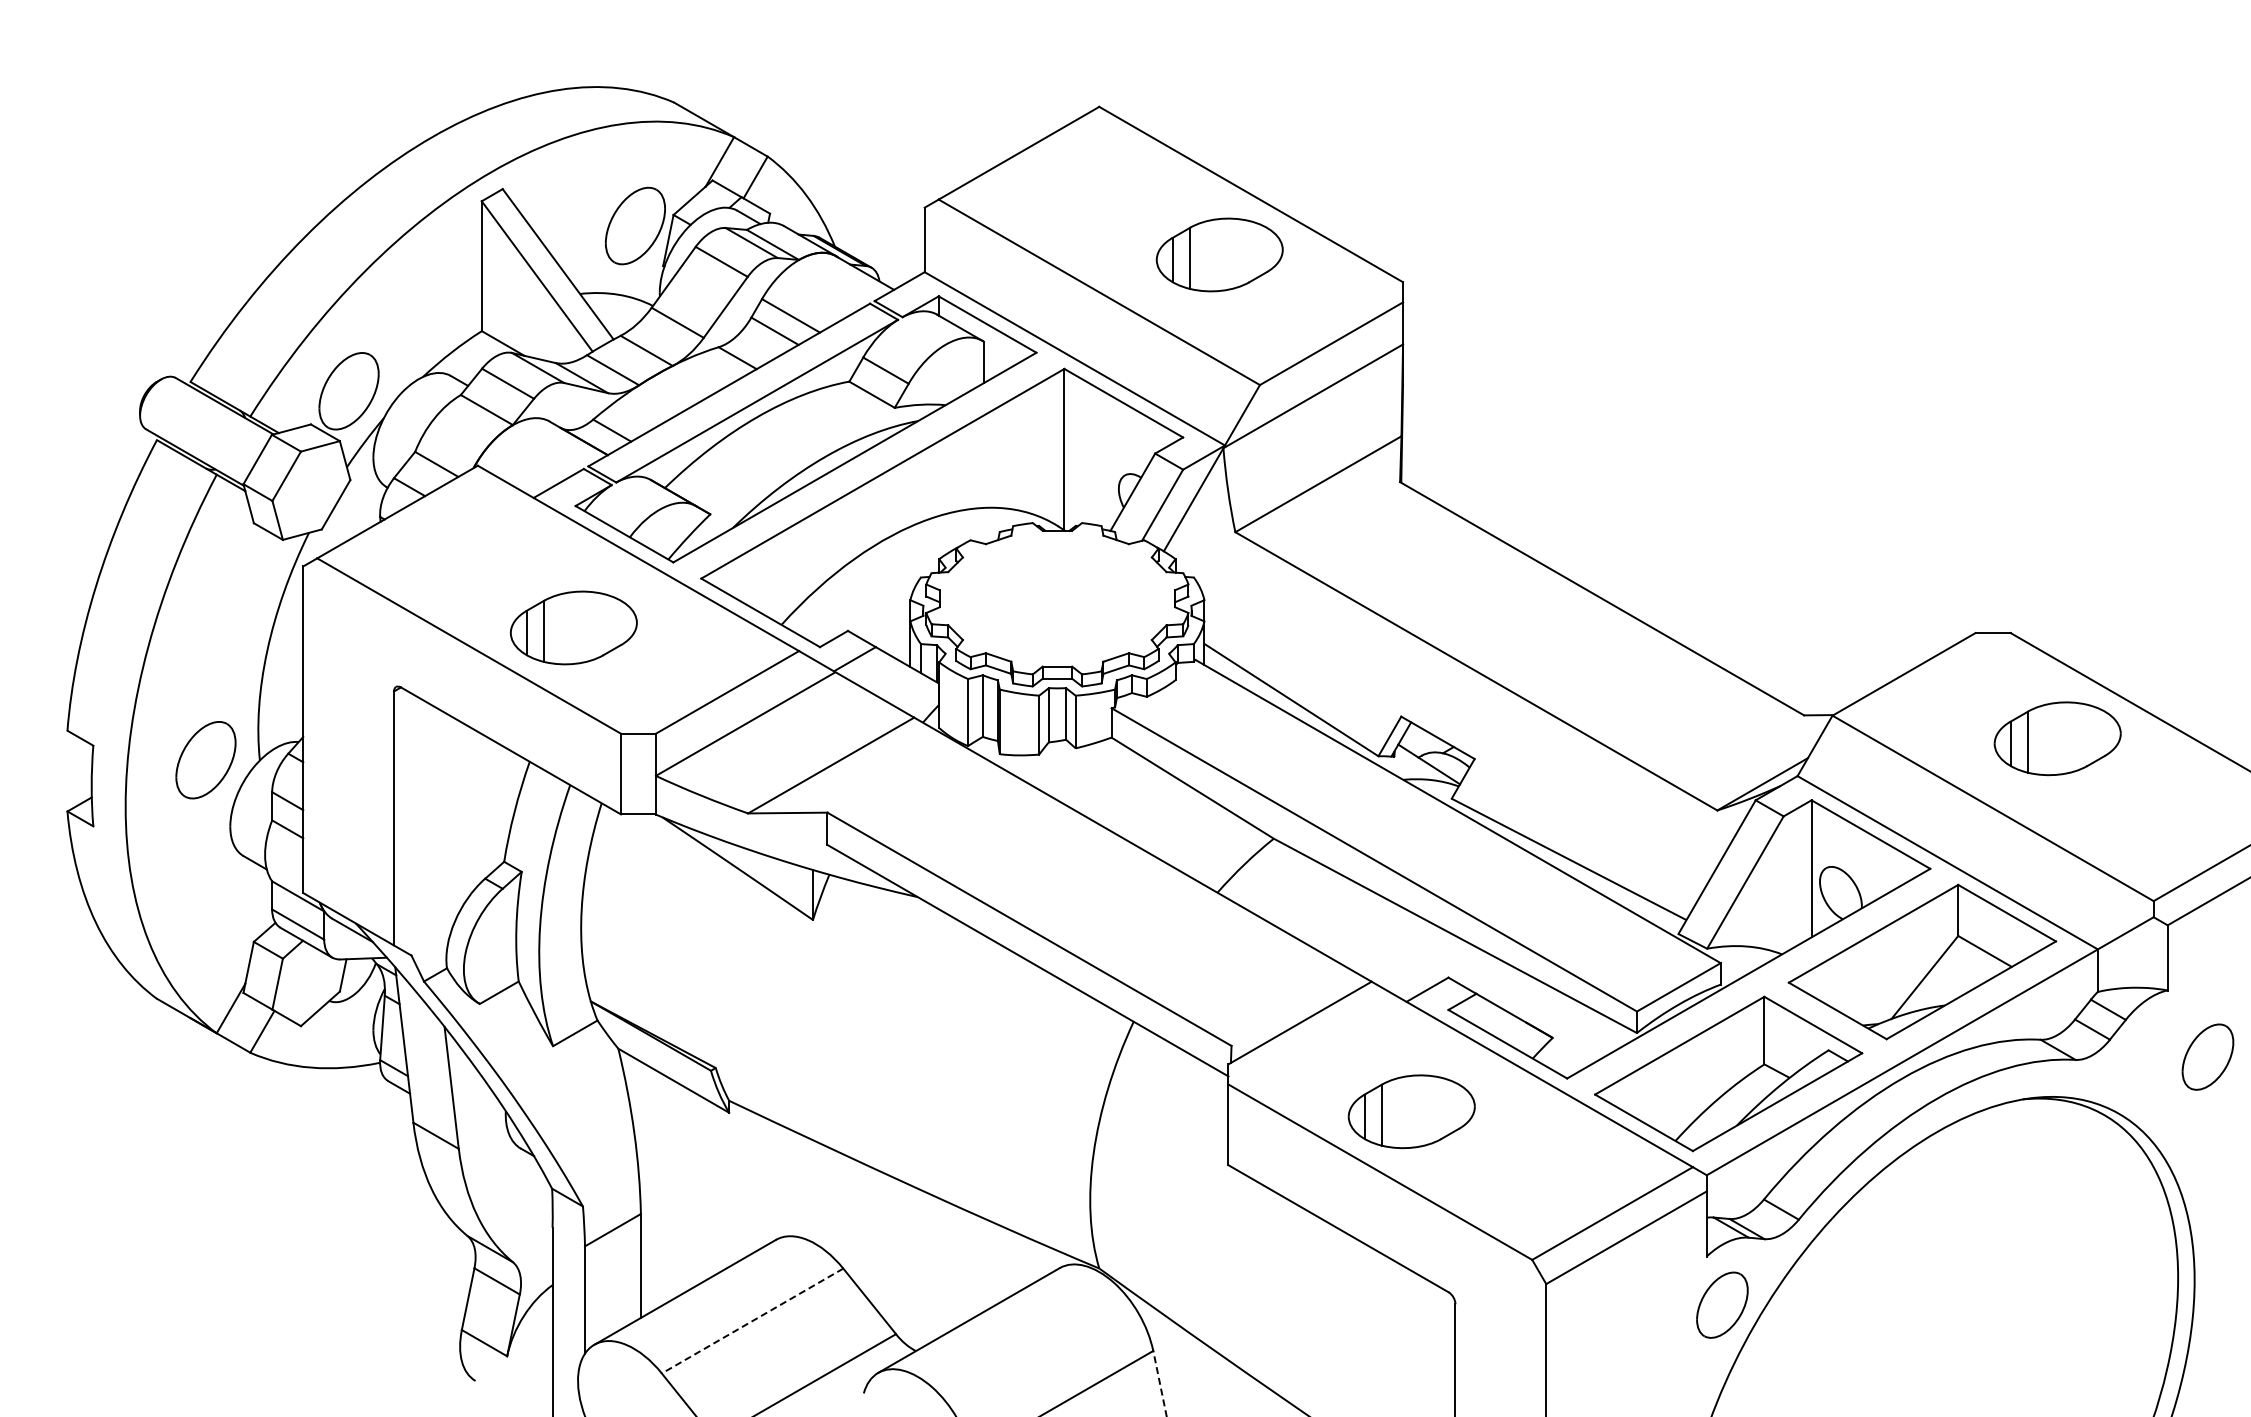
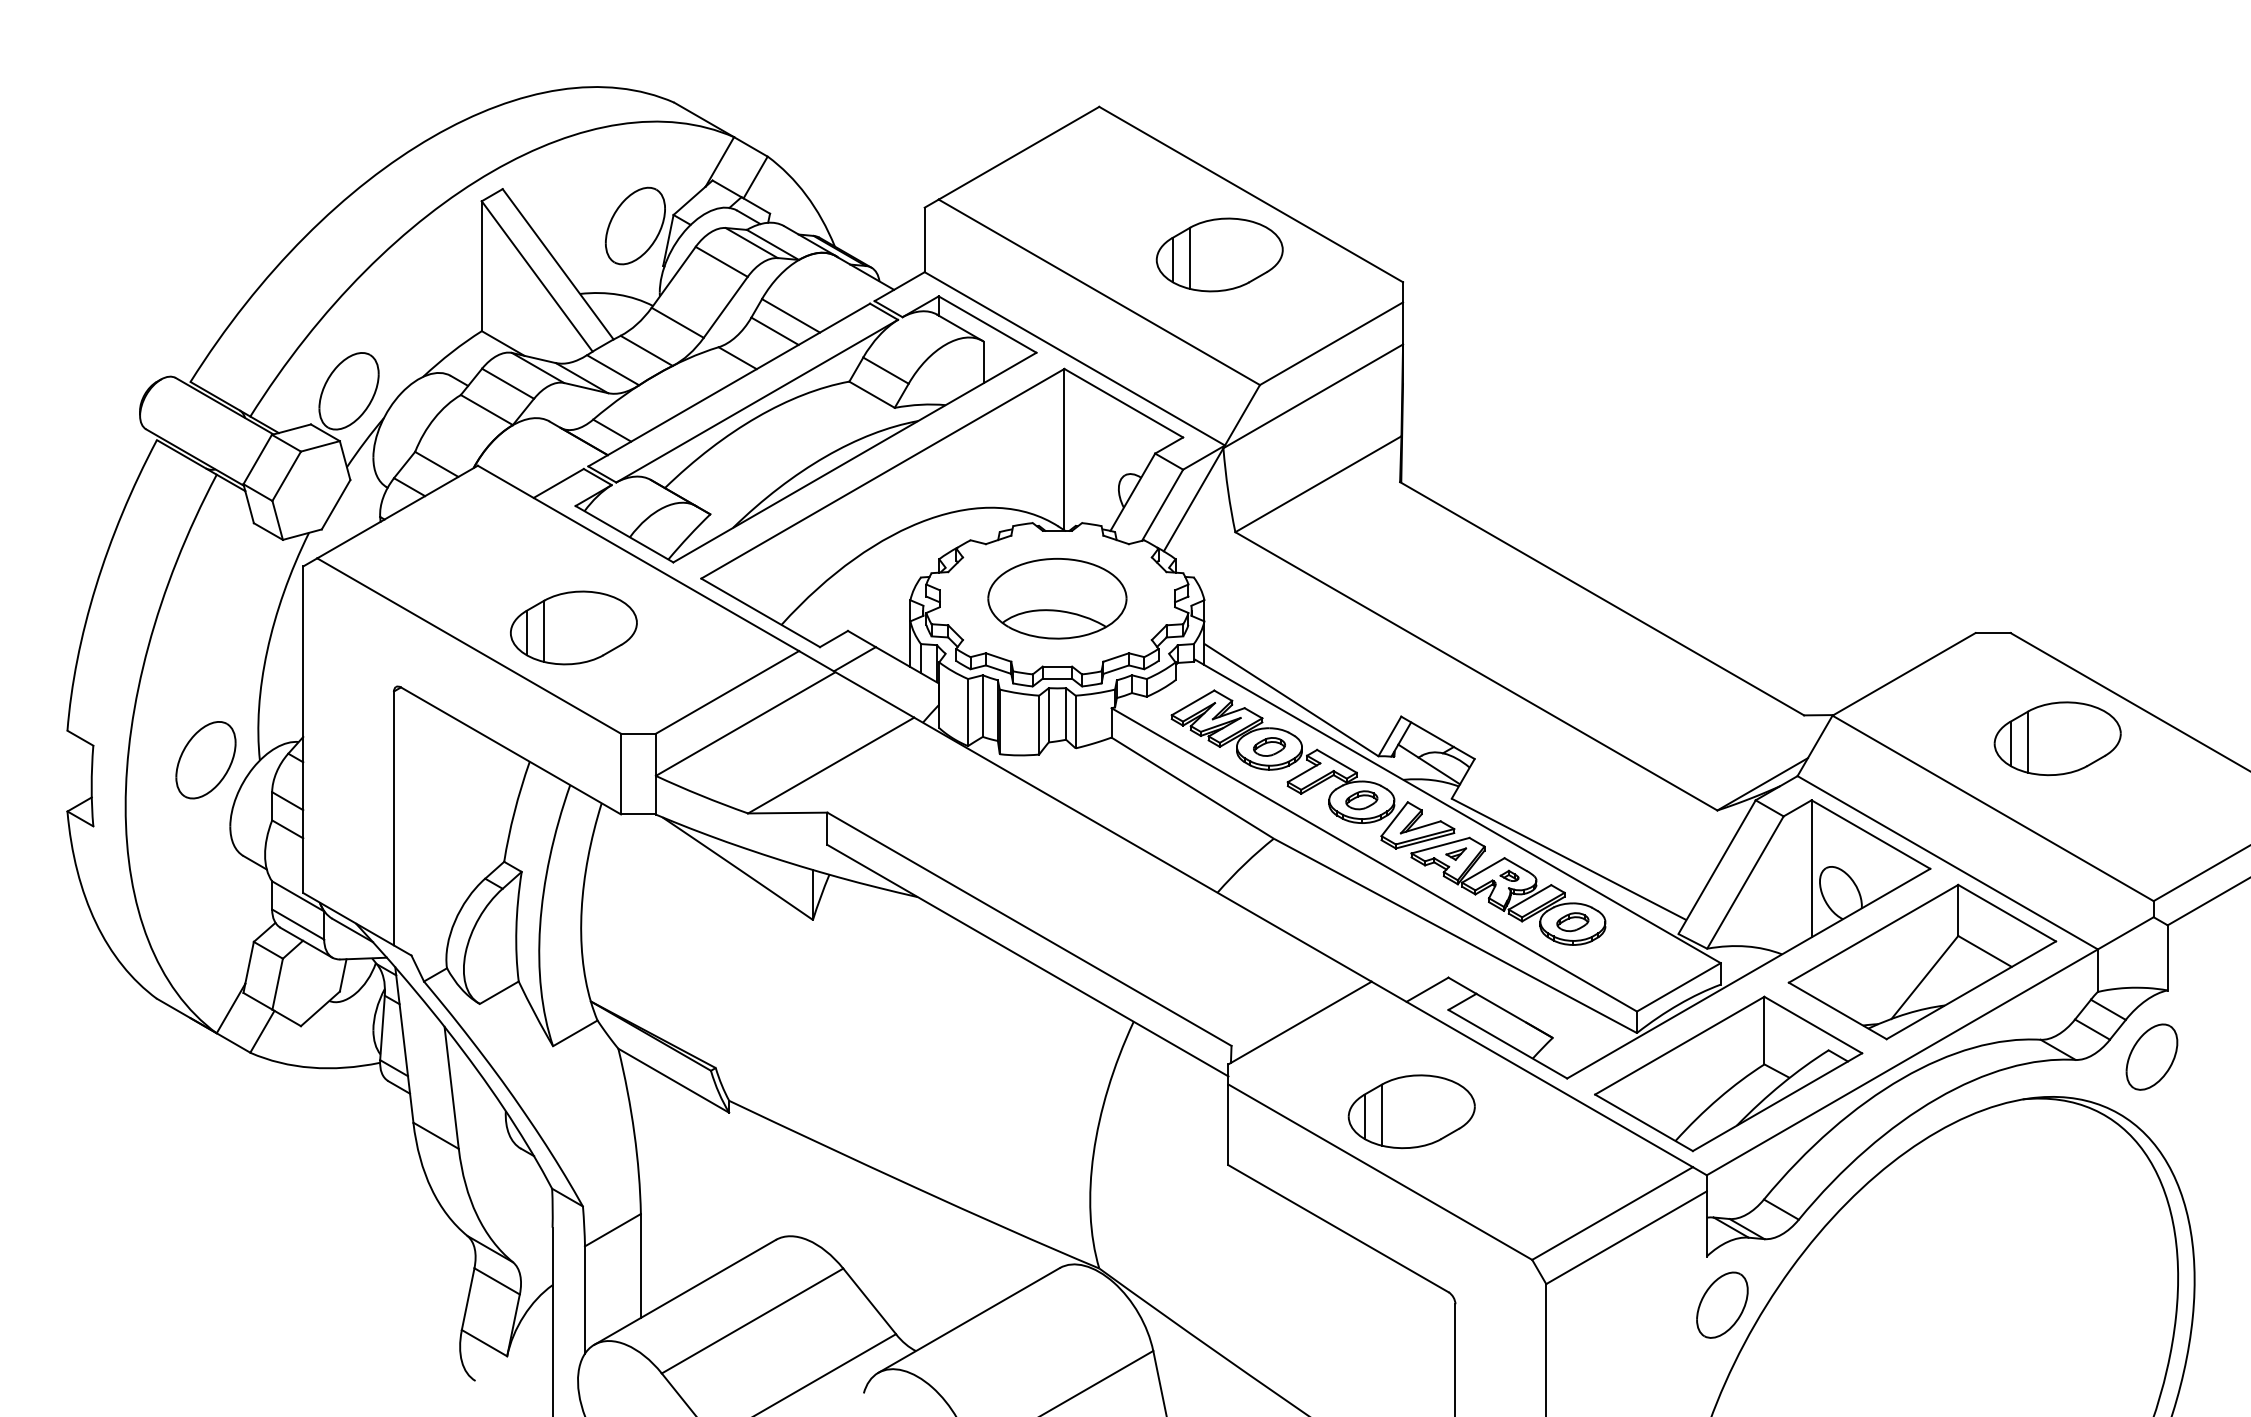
part at (1057, 598): none -> present
part at (1388, 817): none -> present
part at (2207, 1056) position: (2207, 1056) -> (2151, 1056)
line at (752, 1321): dashed -> solid
line at (1159, 1383): dashed -> solid
